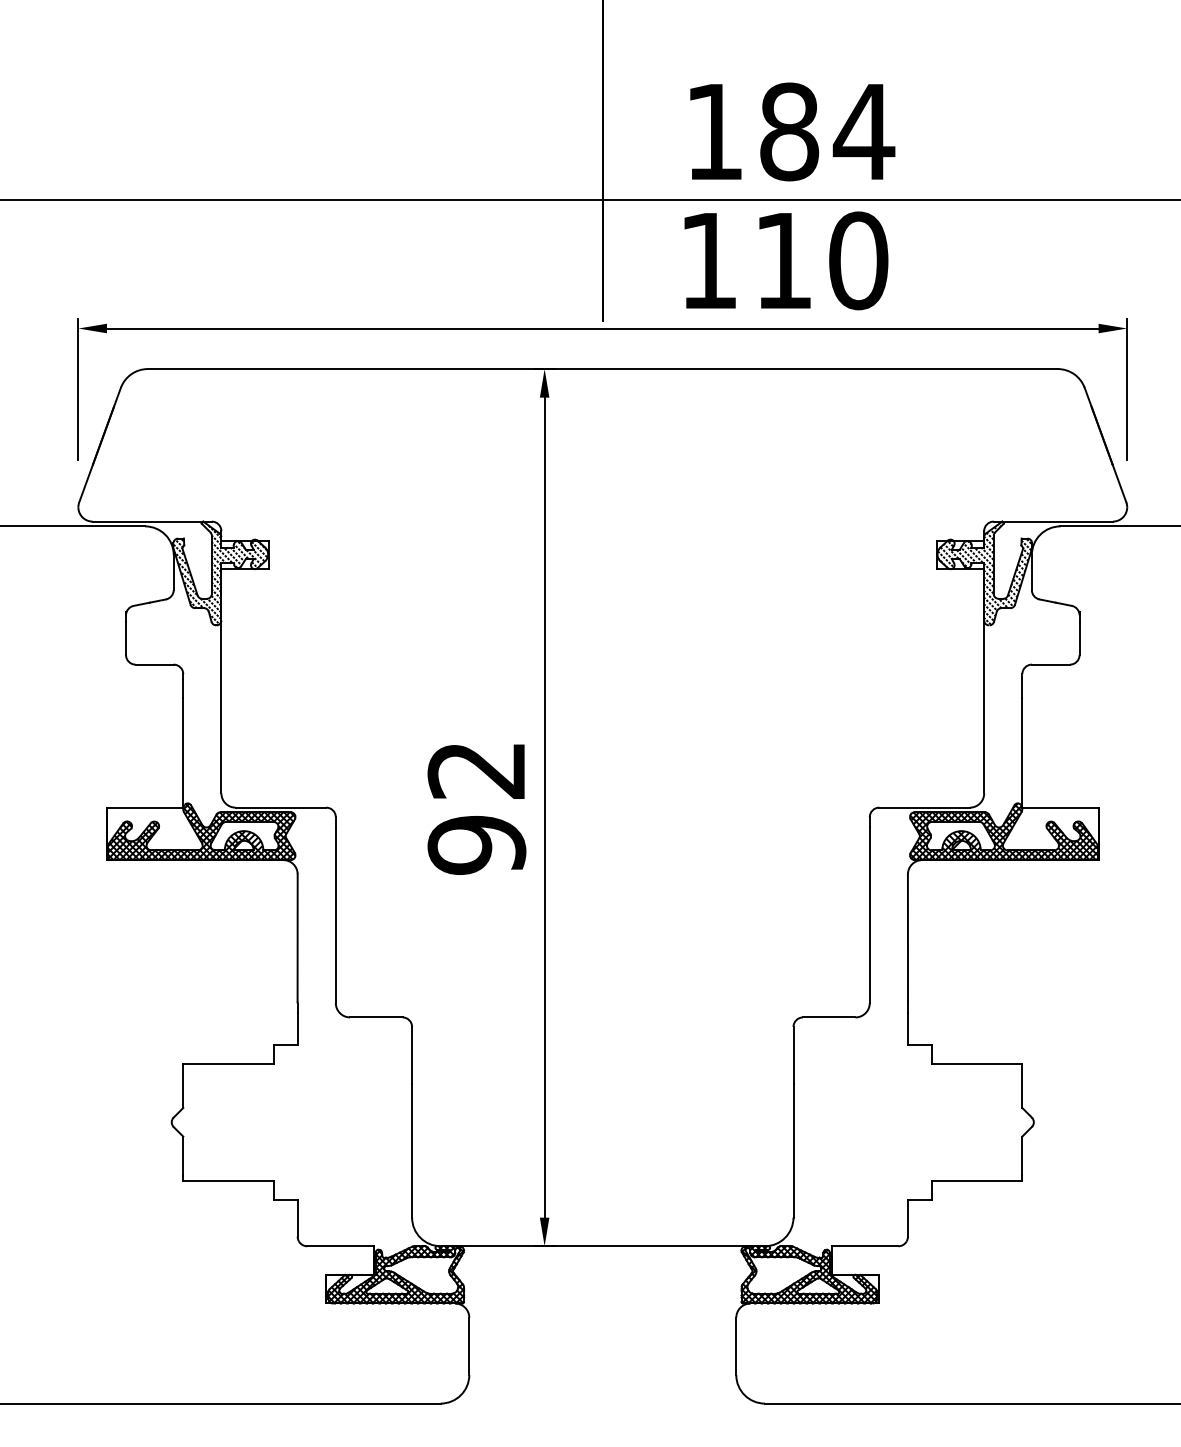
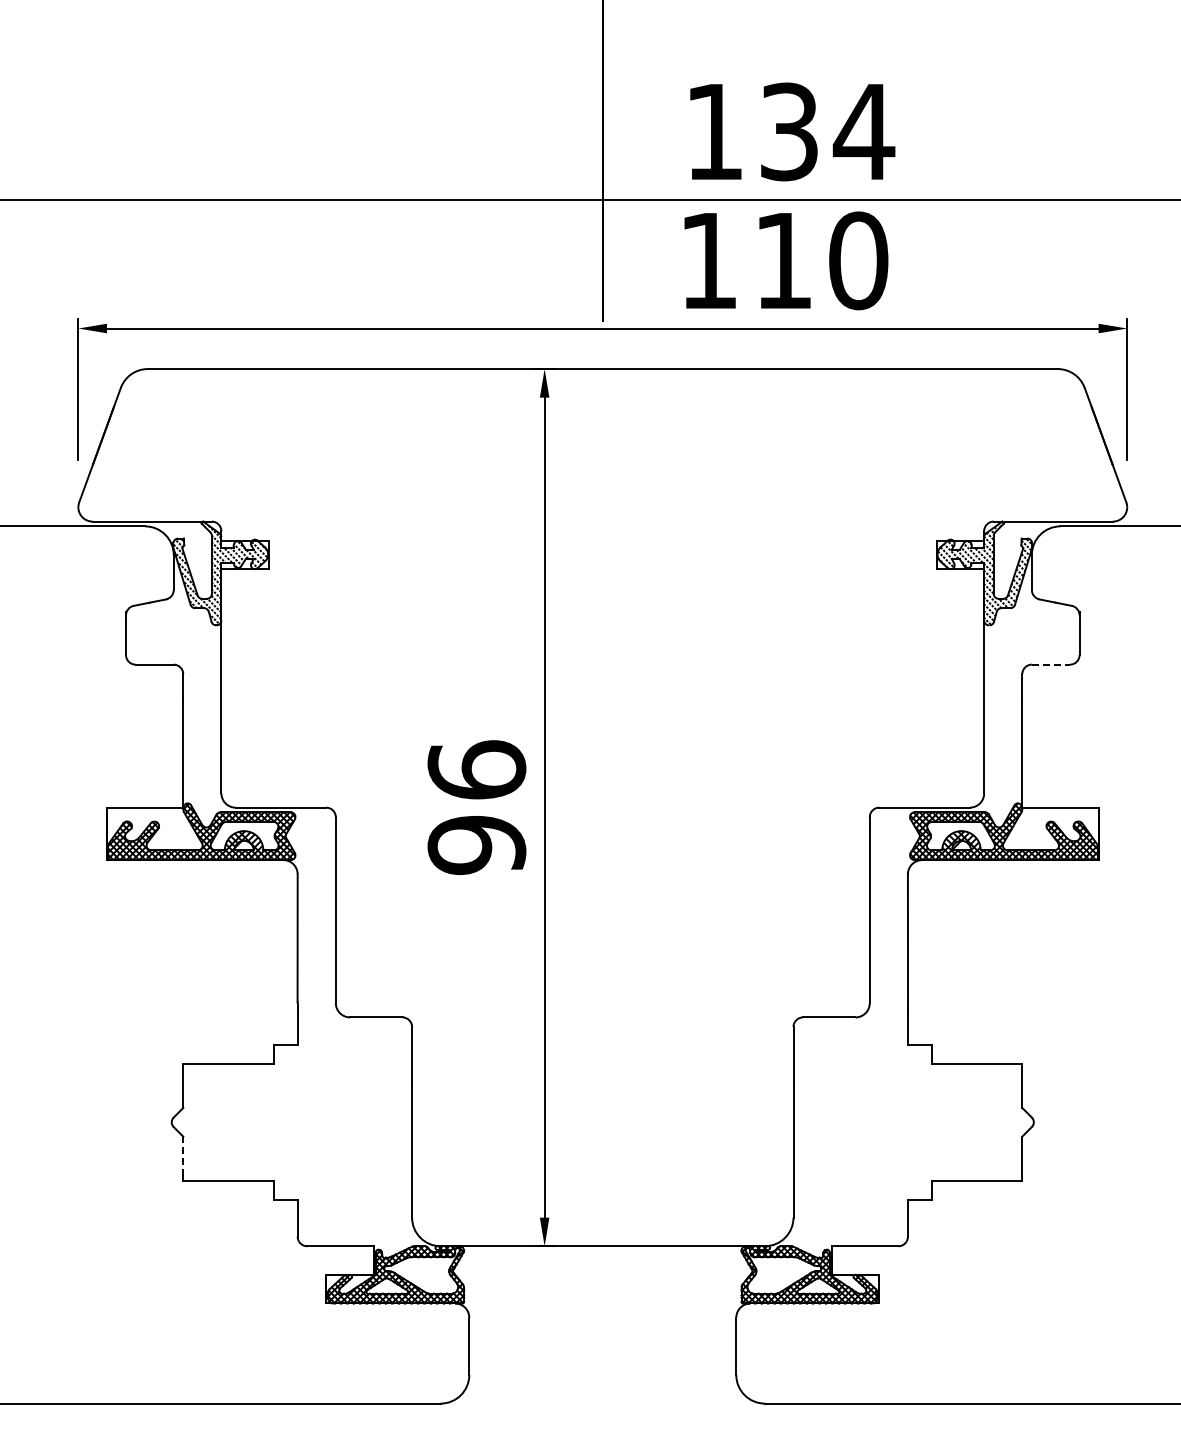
text at (789, 131): 184 -> 134
line at (1051, 664): solid -> dashed
text at (476, 769): 92 -> 96
line at (183, 1156): solid -> dashed
